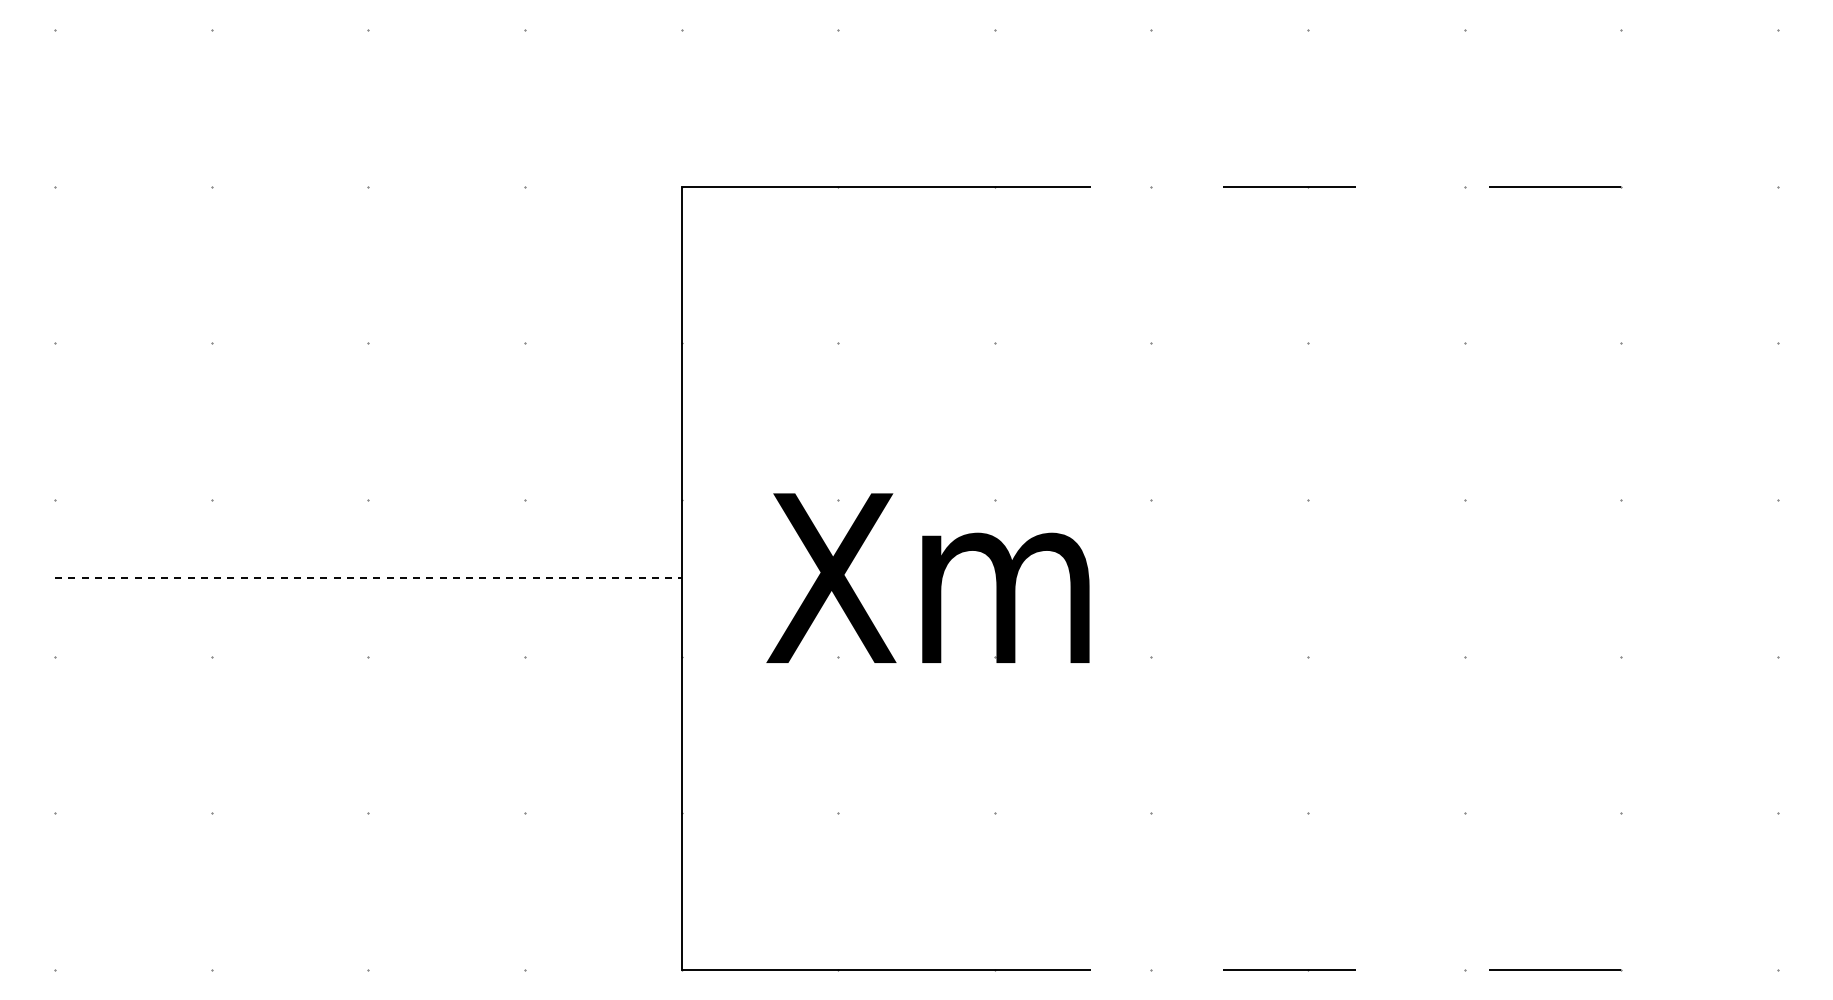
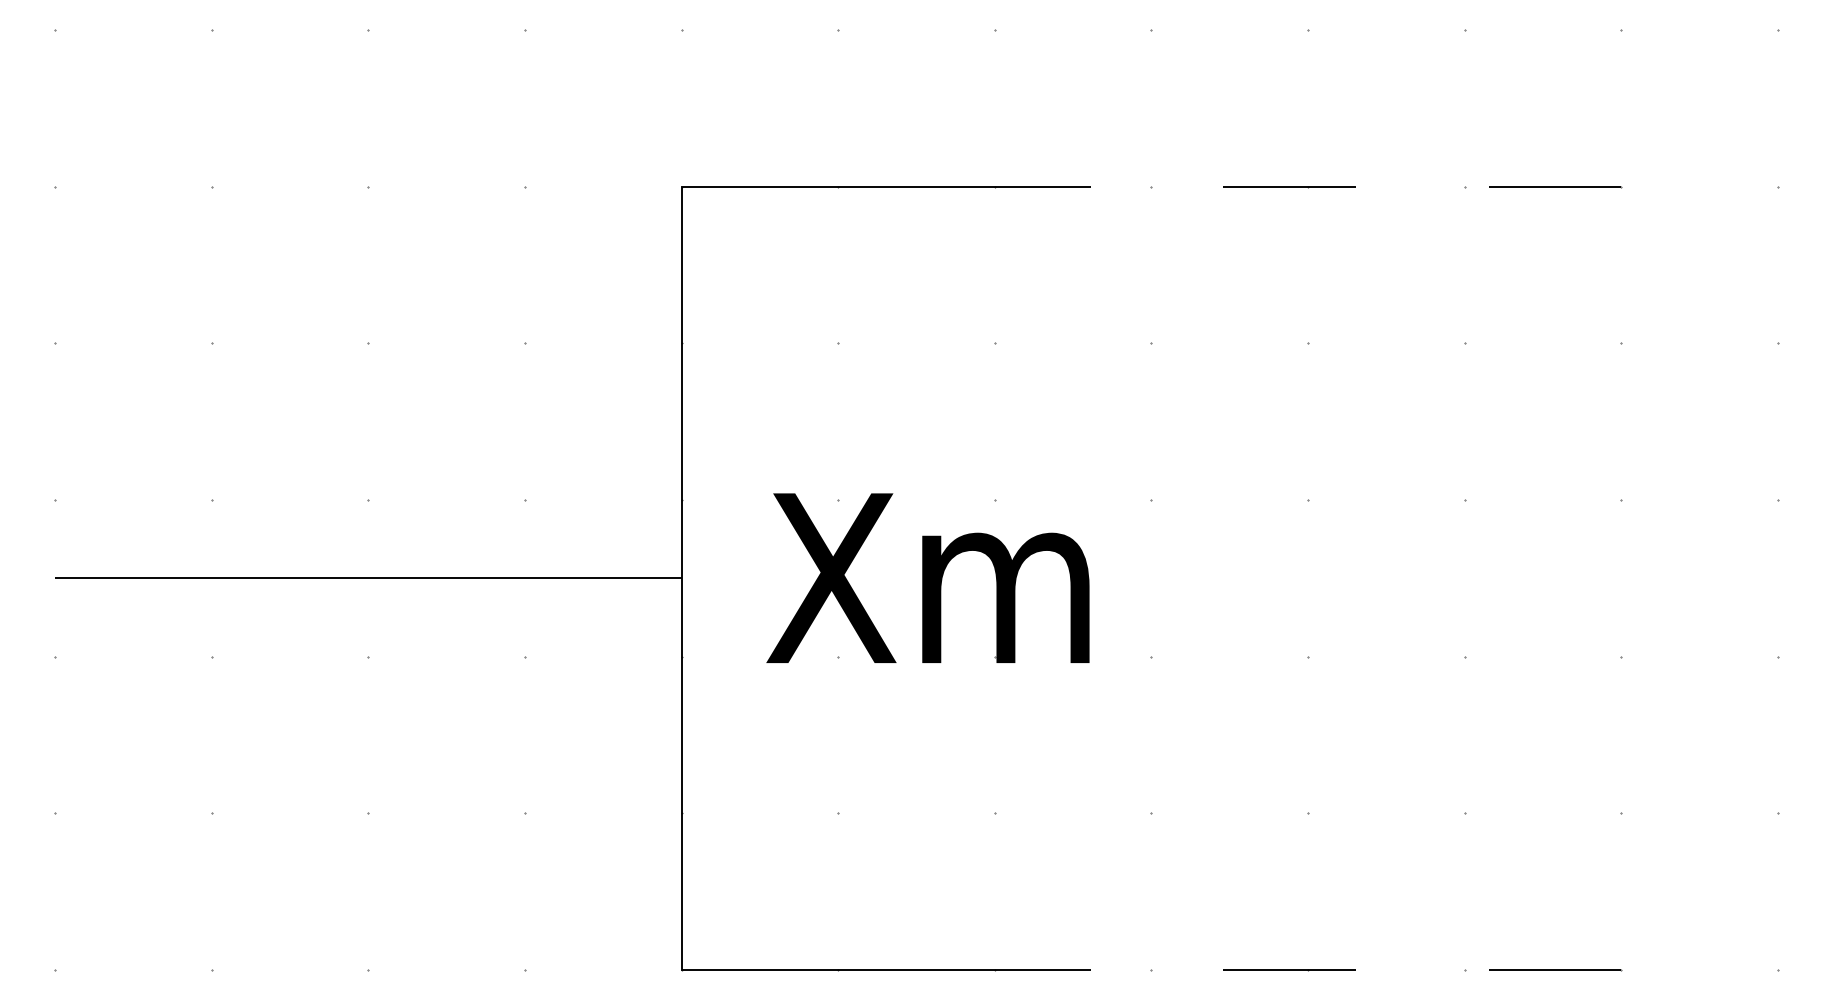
line at (368, 578): dashed -> solid
